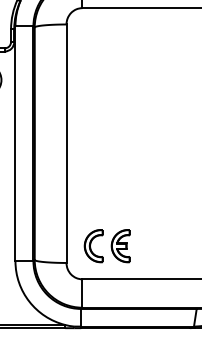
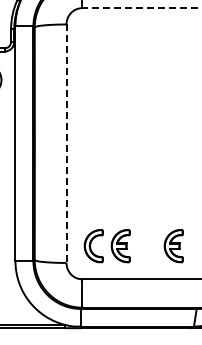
line at (141, 8): solid -> dashed
line at (66, 144): solid -> dashed
part at (173, 246): none -> present
